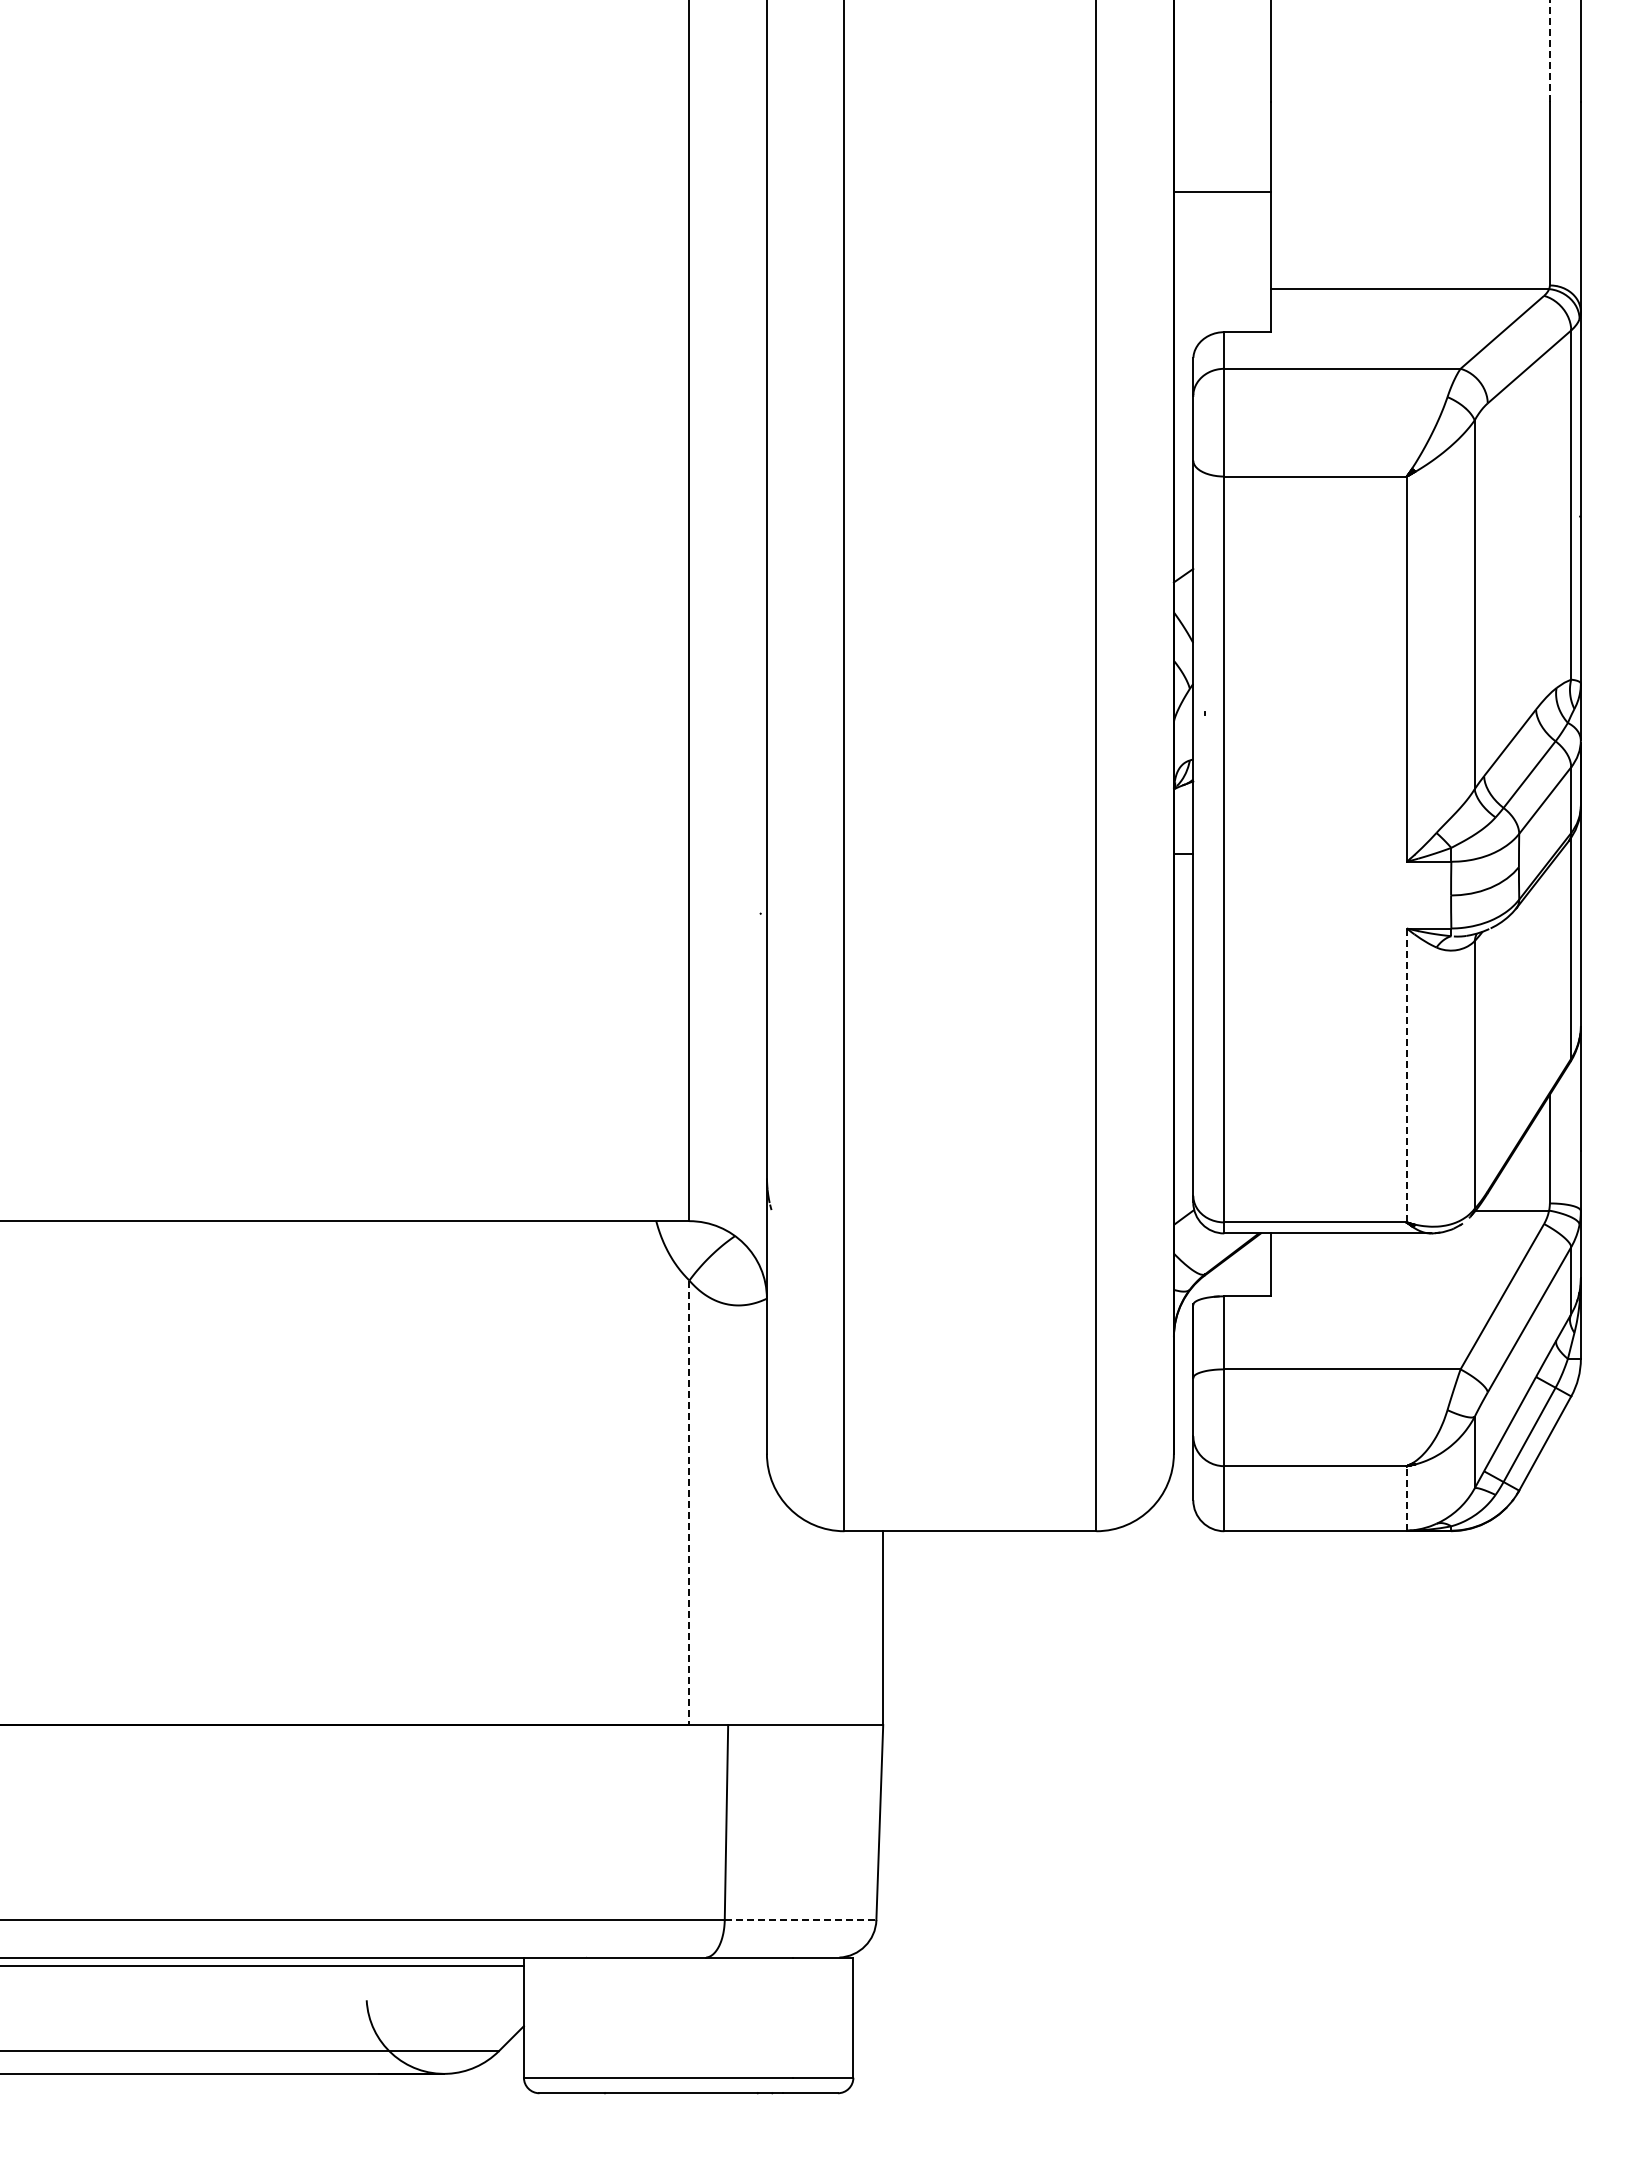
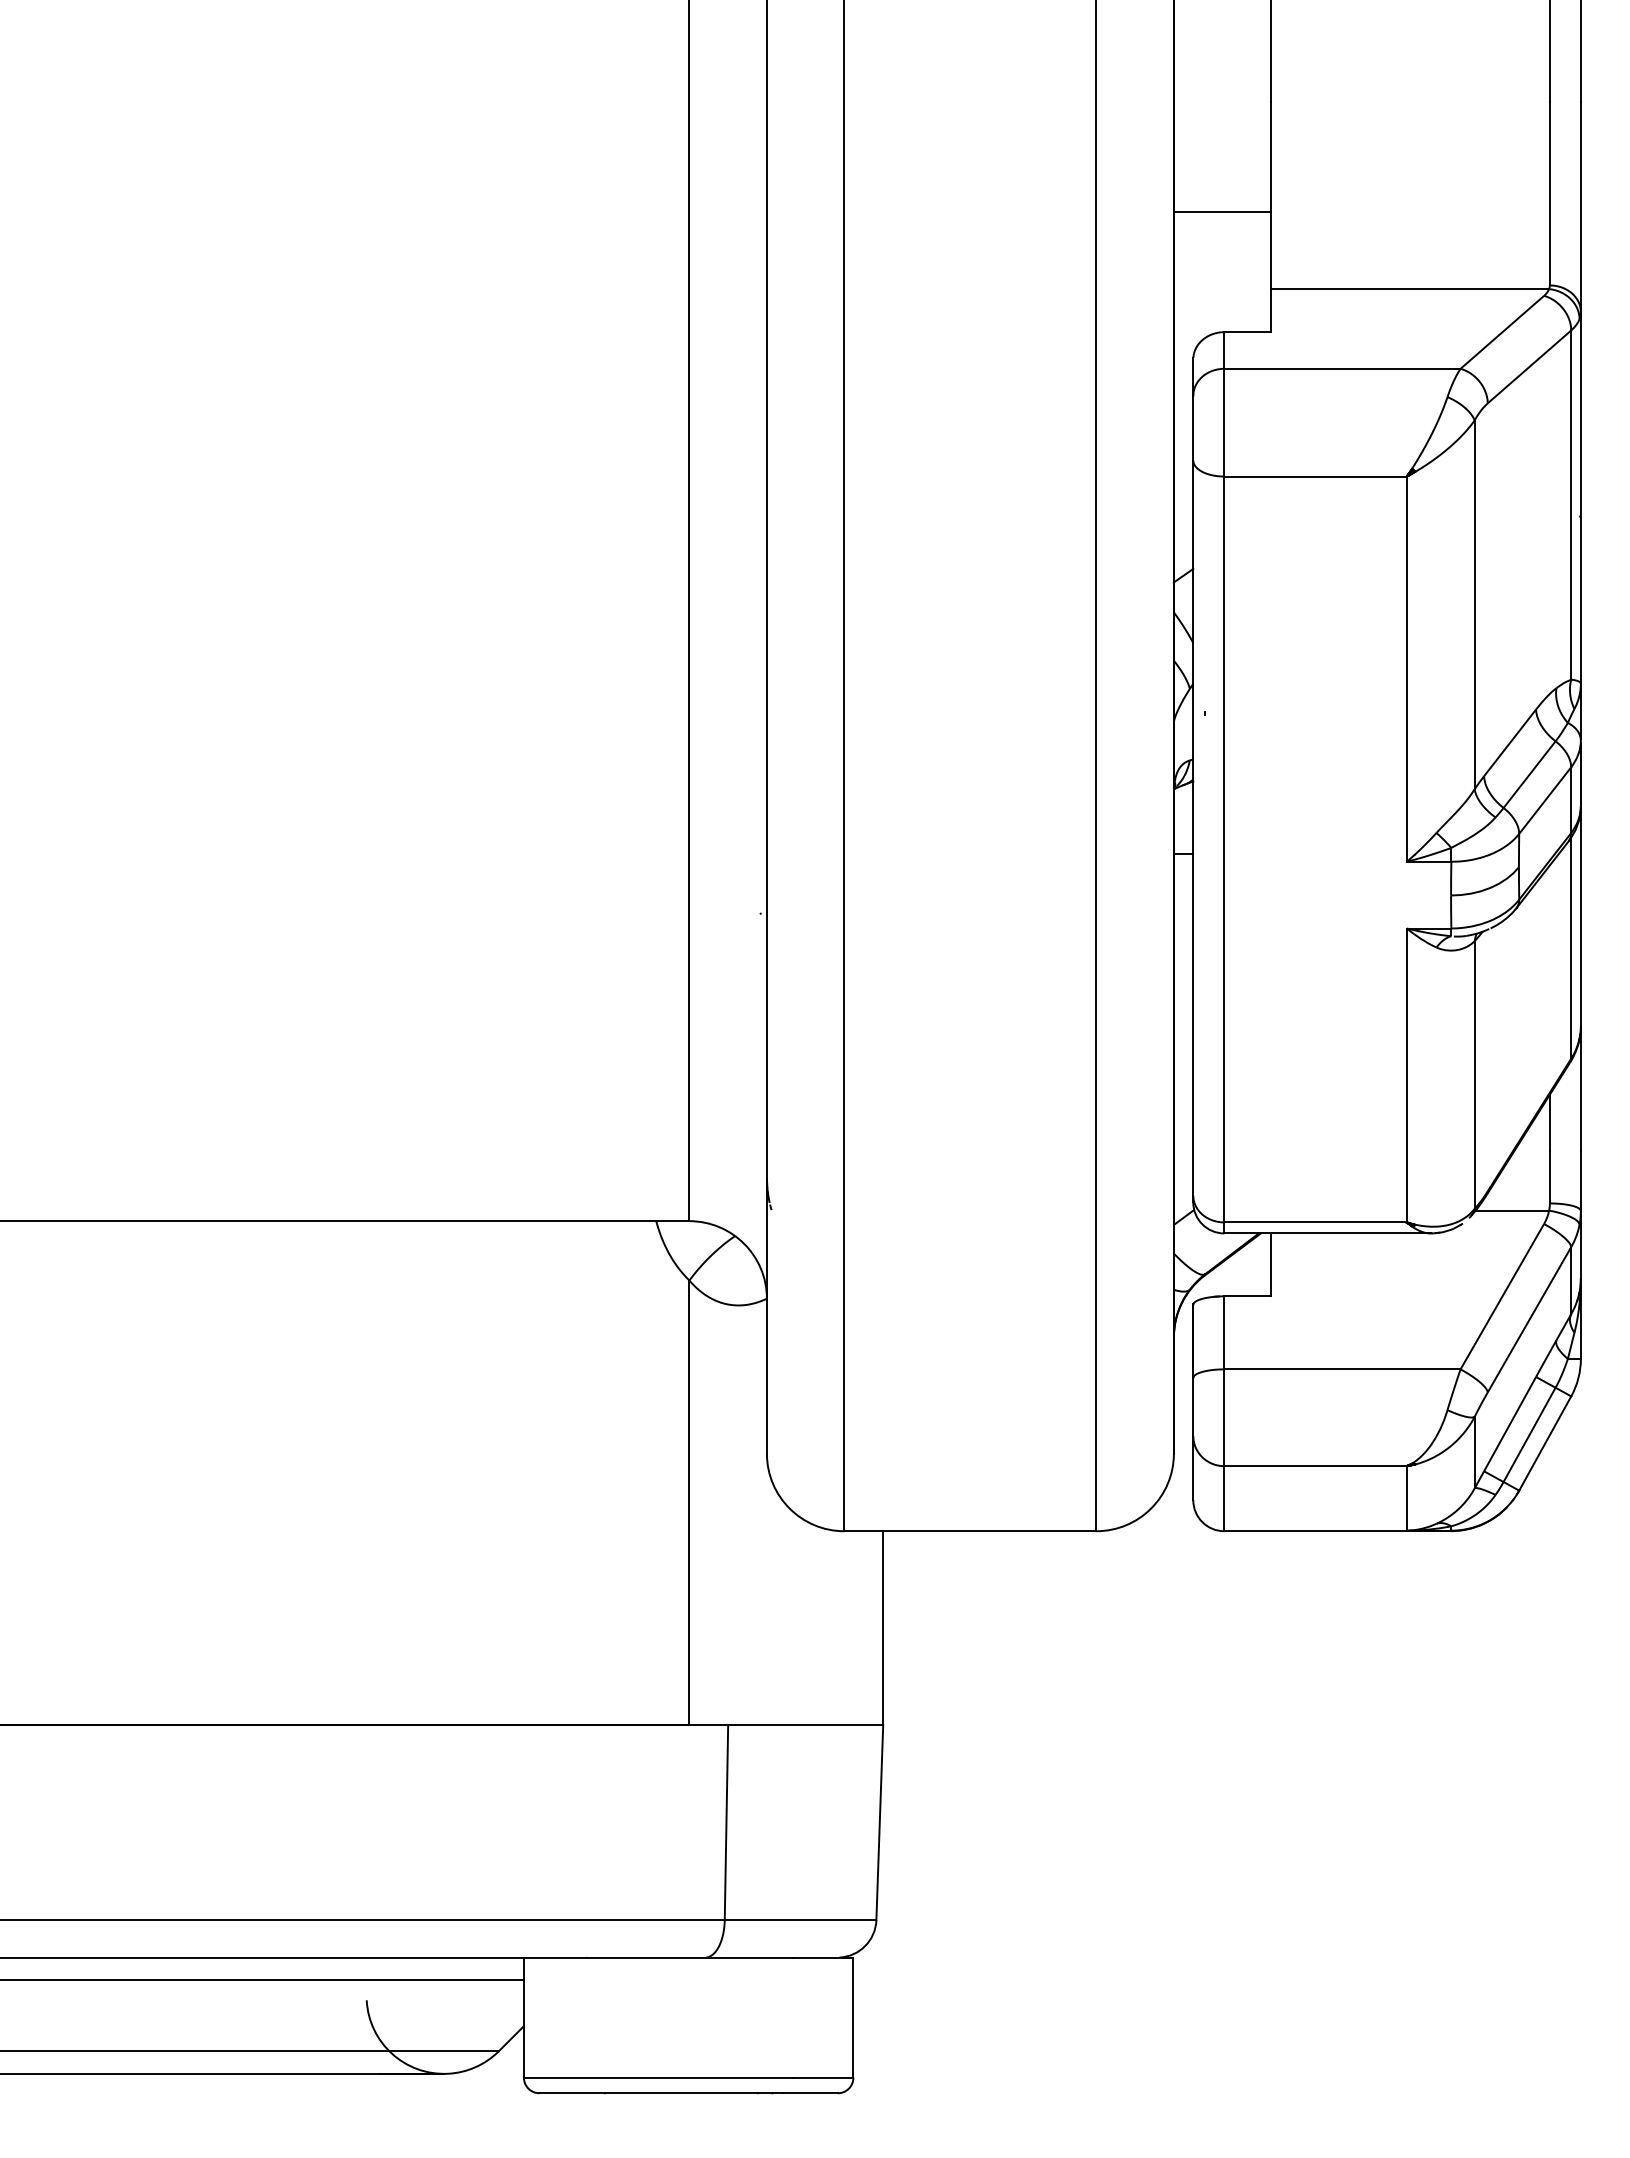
line at (1549, 51): dashed -> solid
line at (1221, 191) position: (1221, 191) -> (1221, 211)
line at (1406, 1075): dashed -> solid
line at (1406, 1497): dashed -> solid
line at (689, 1503): dashed -> solid
line at (800, 1920): dashed -> solid
line at (262, 1966) position: (262, 1966) -> (262, 1980)
